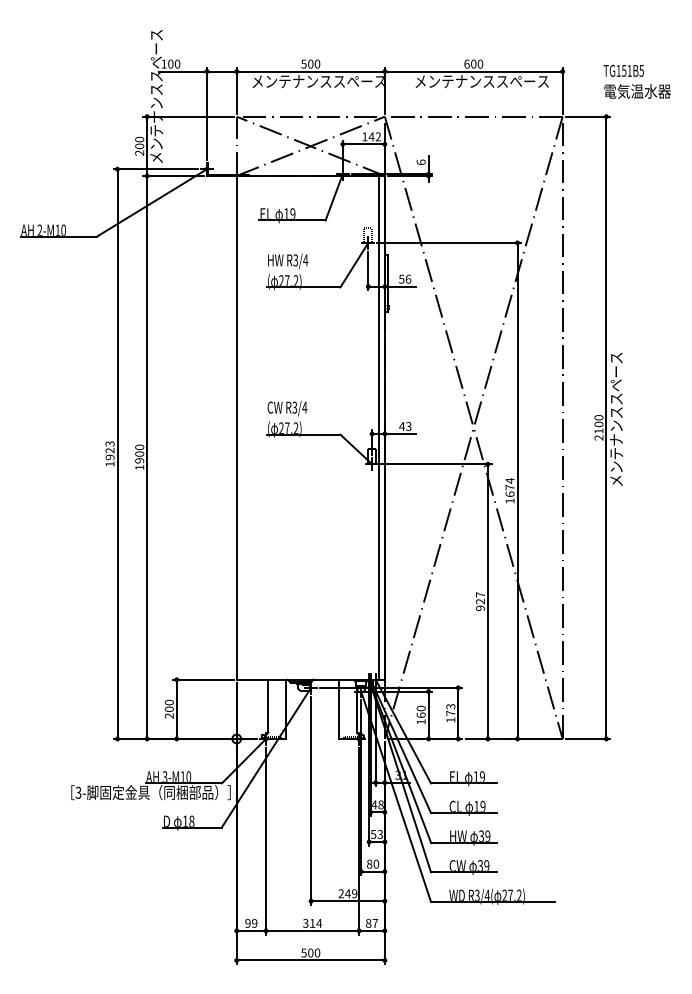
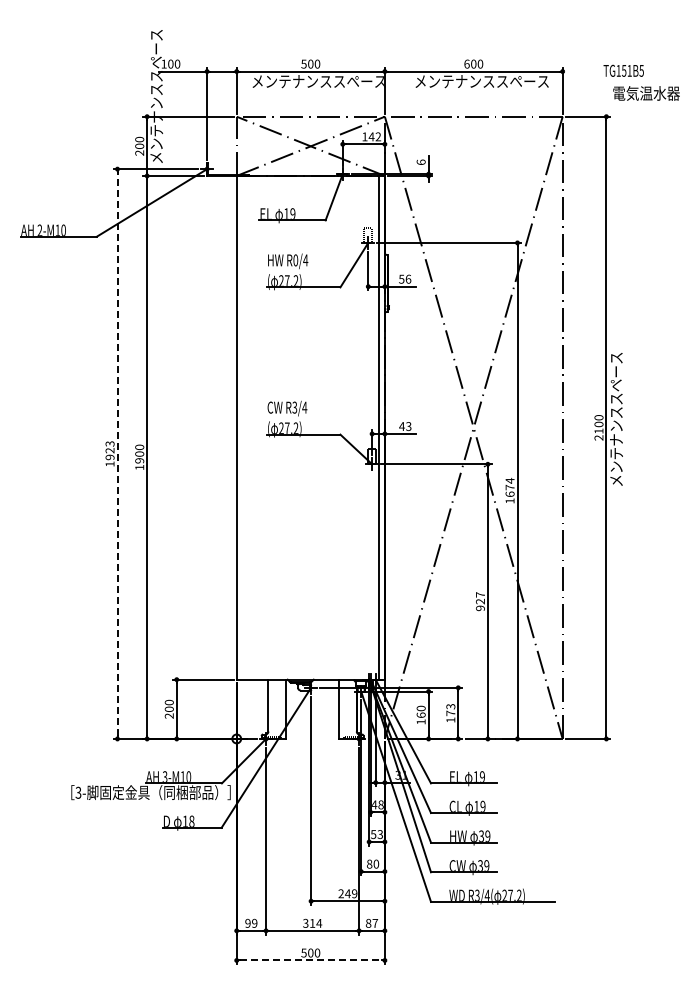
text at (637, 91) position: (637, 91) -> (646, 93)
text at (295, 260): R3/4 -> R0/4
line at (117, 454): solid -> dashed
line at (311, 960): solid -> dashed
